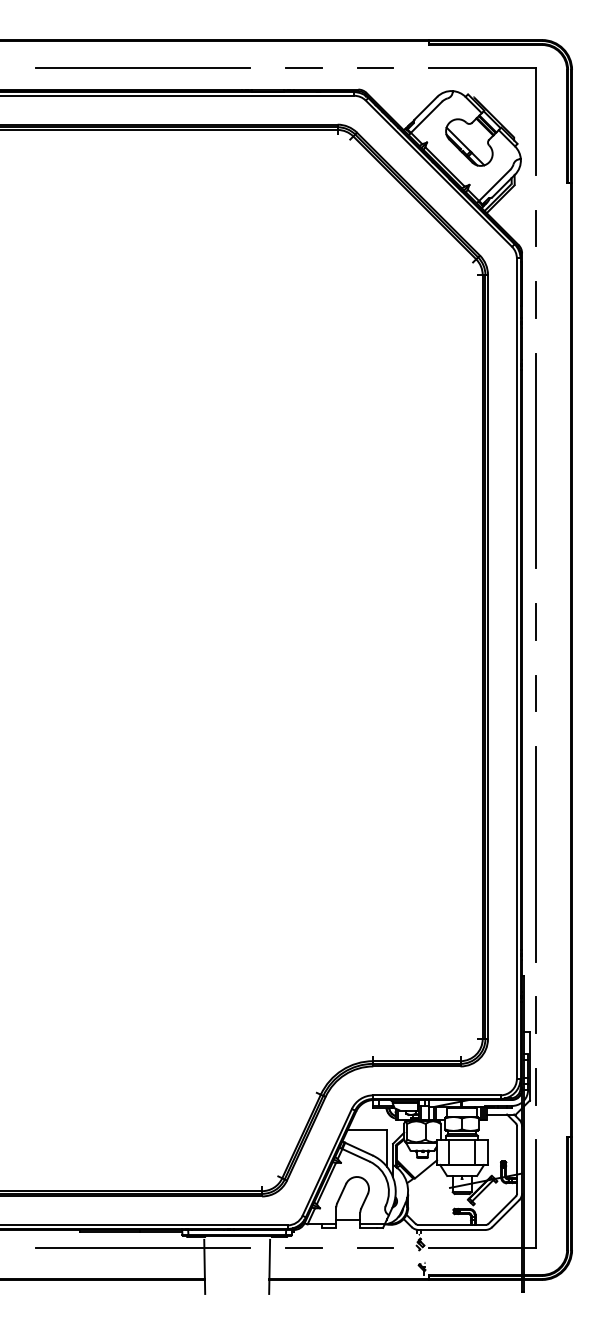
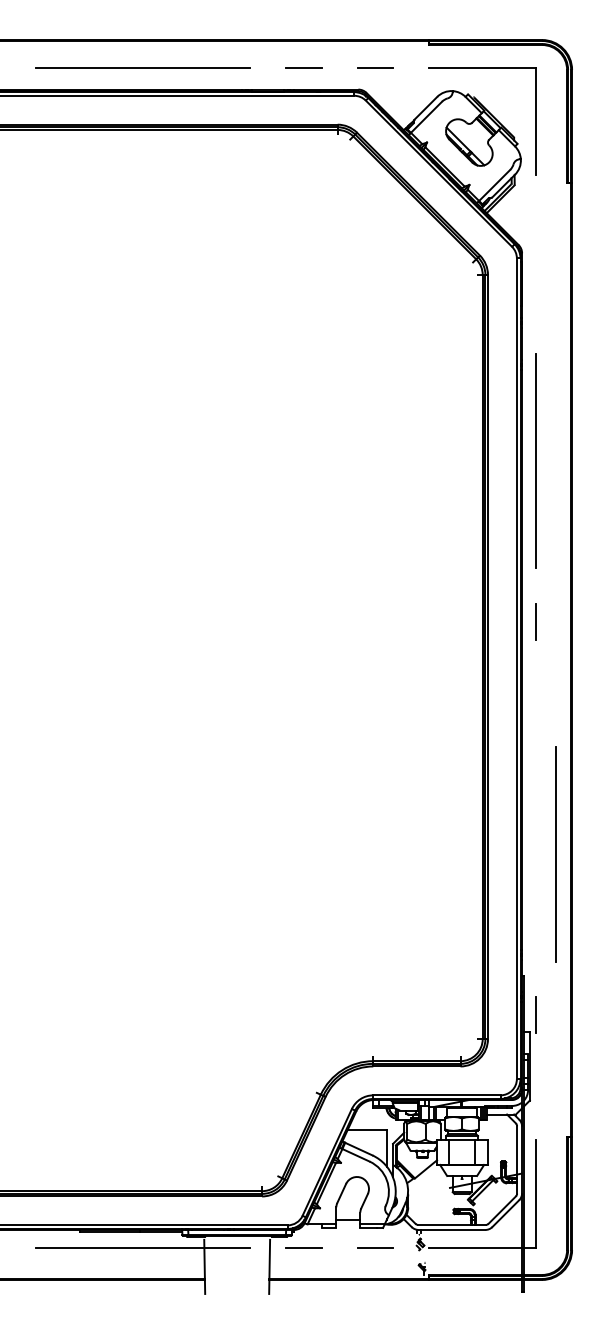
line at (536, 228): present -> none
line at (536, 299): present -> none
line at (535, 693): present -> none
line at (535, 854) position: (535, 854) -> (555, 854)
line at (536, 1086): present -> none
